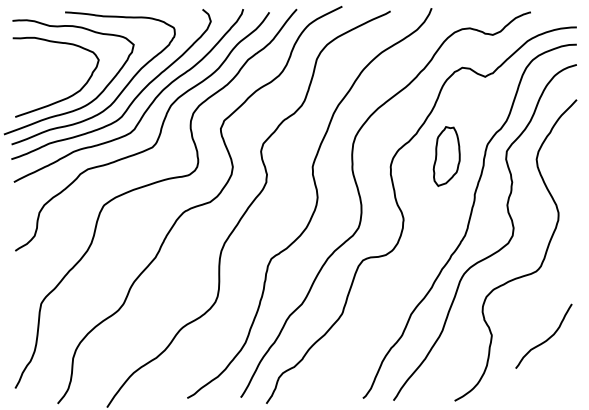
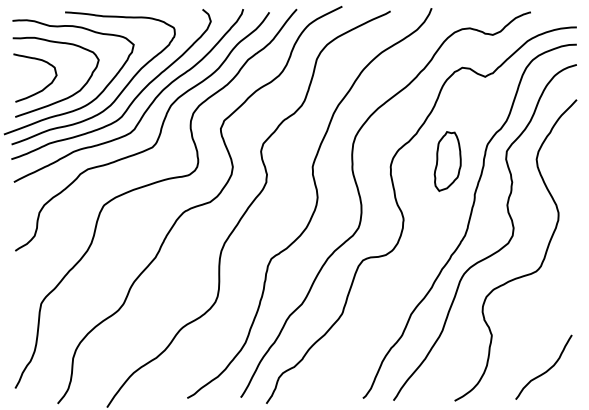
curve at (45, 86): none -> present
part at (446, 156) position: (446, 156) -> (447, 161)
curve at (547, 338) position: (547, 338) -> (547, 369)
